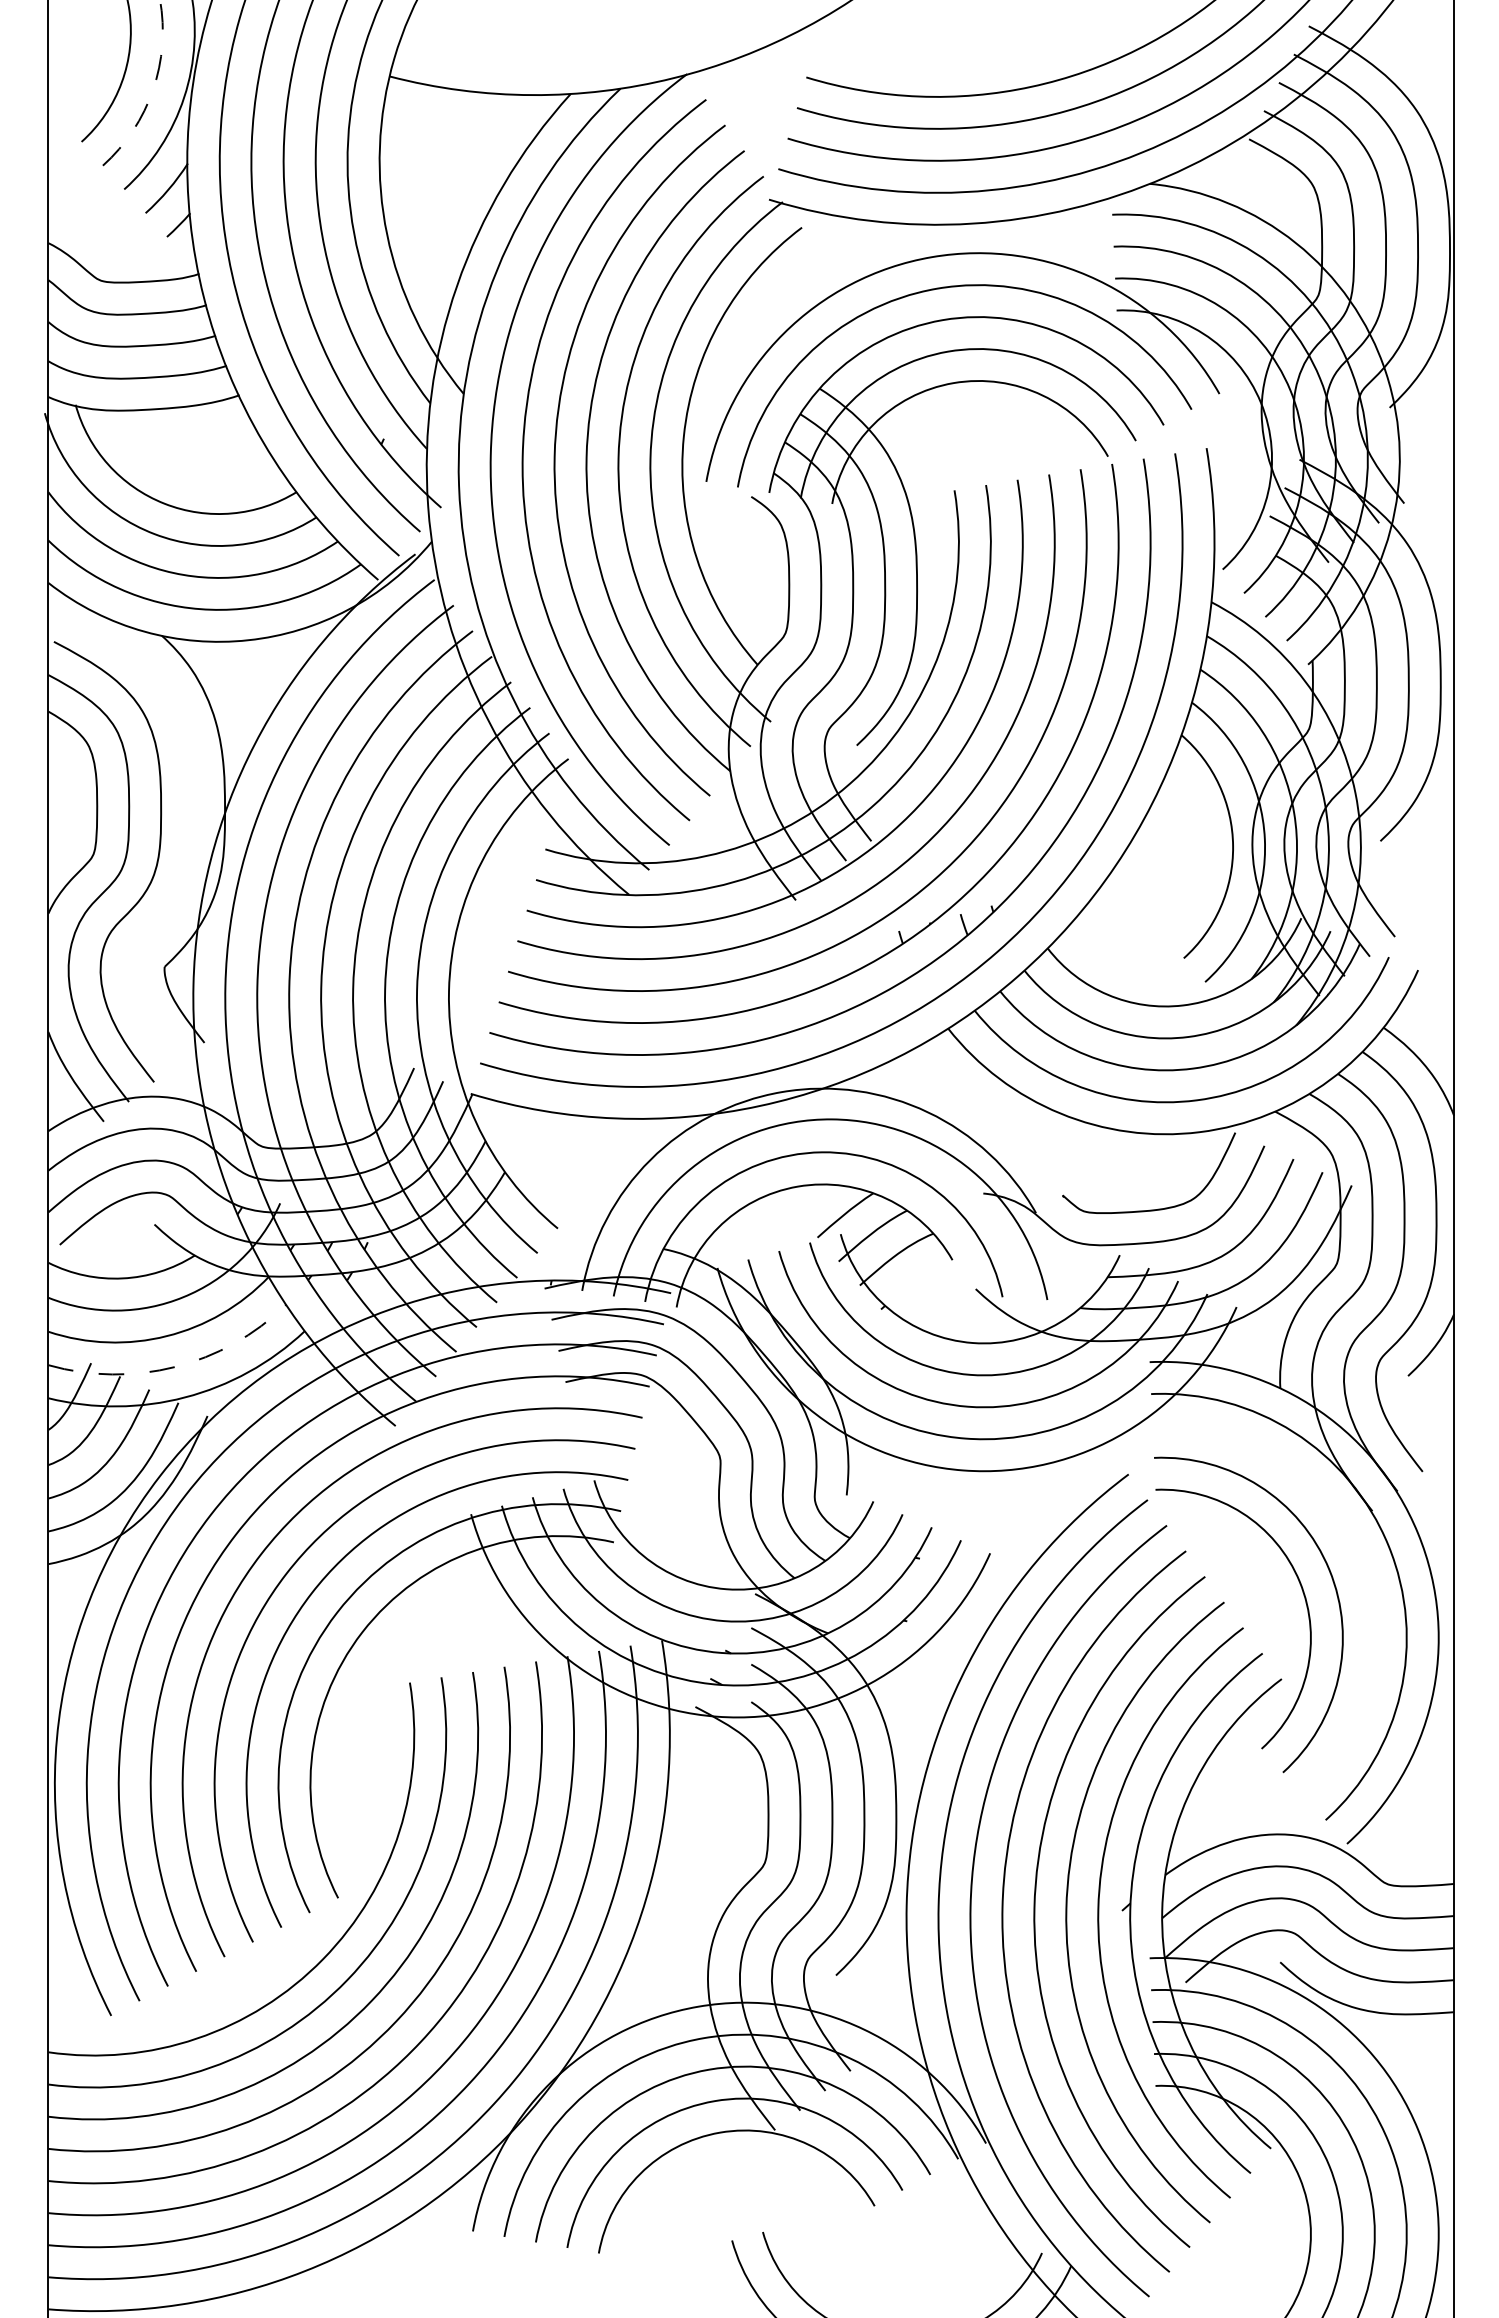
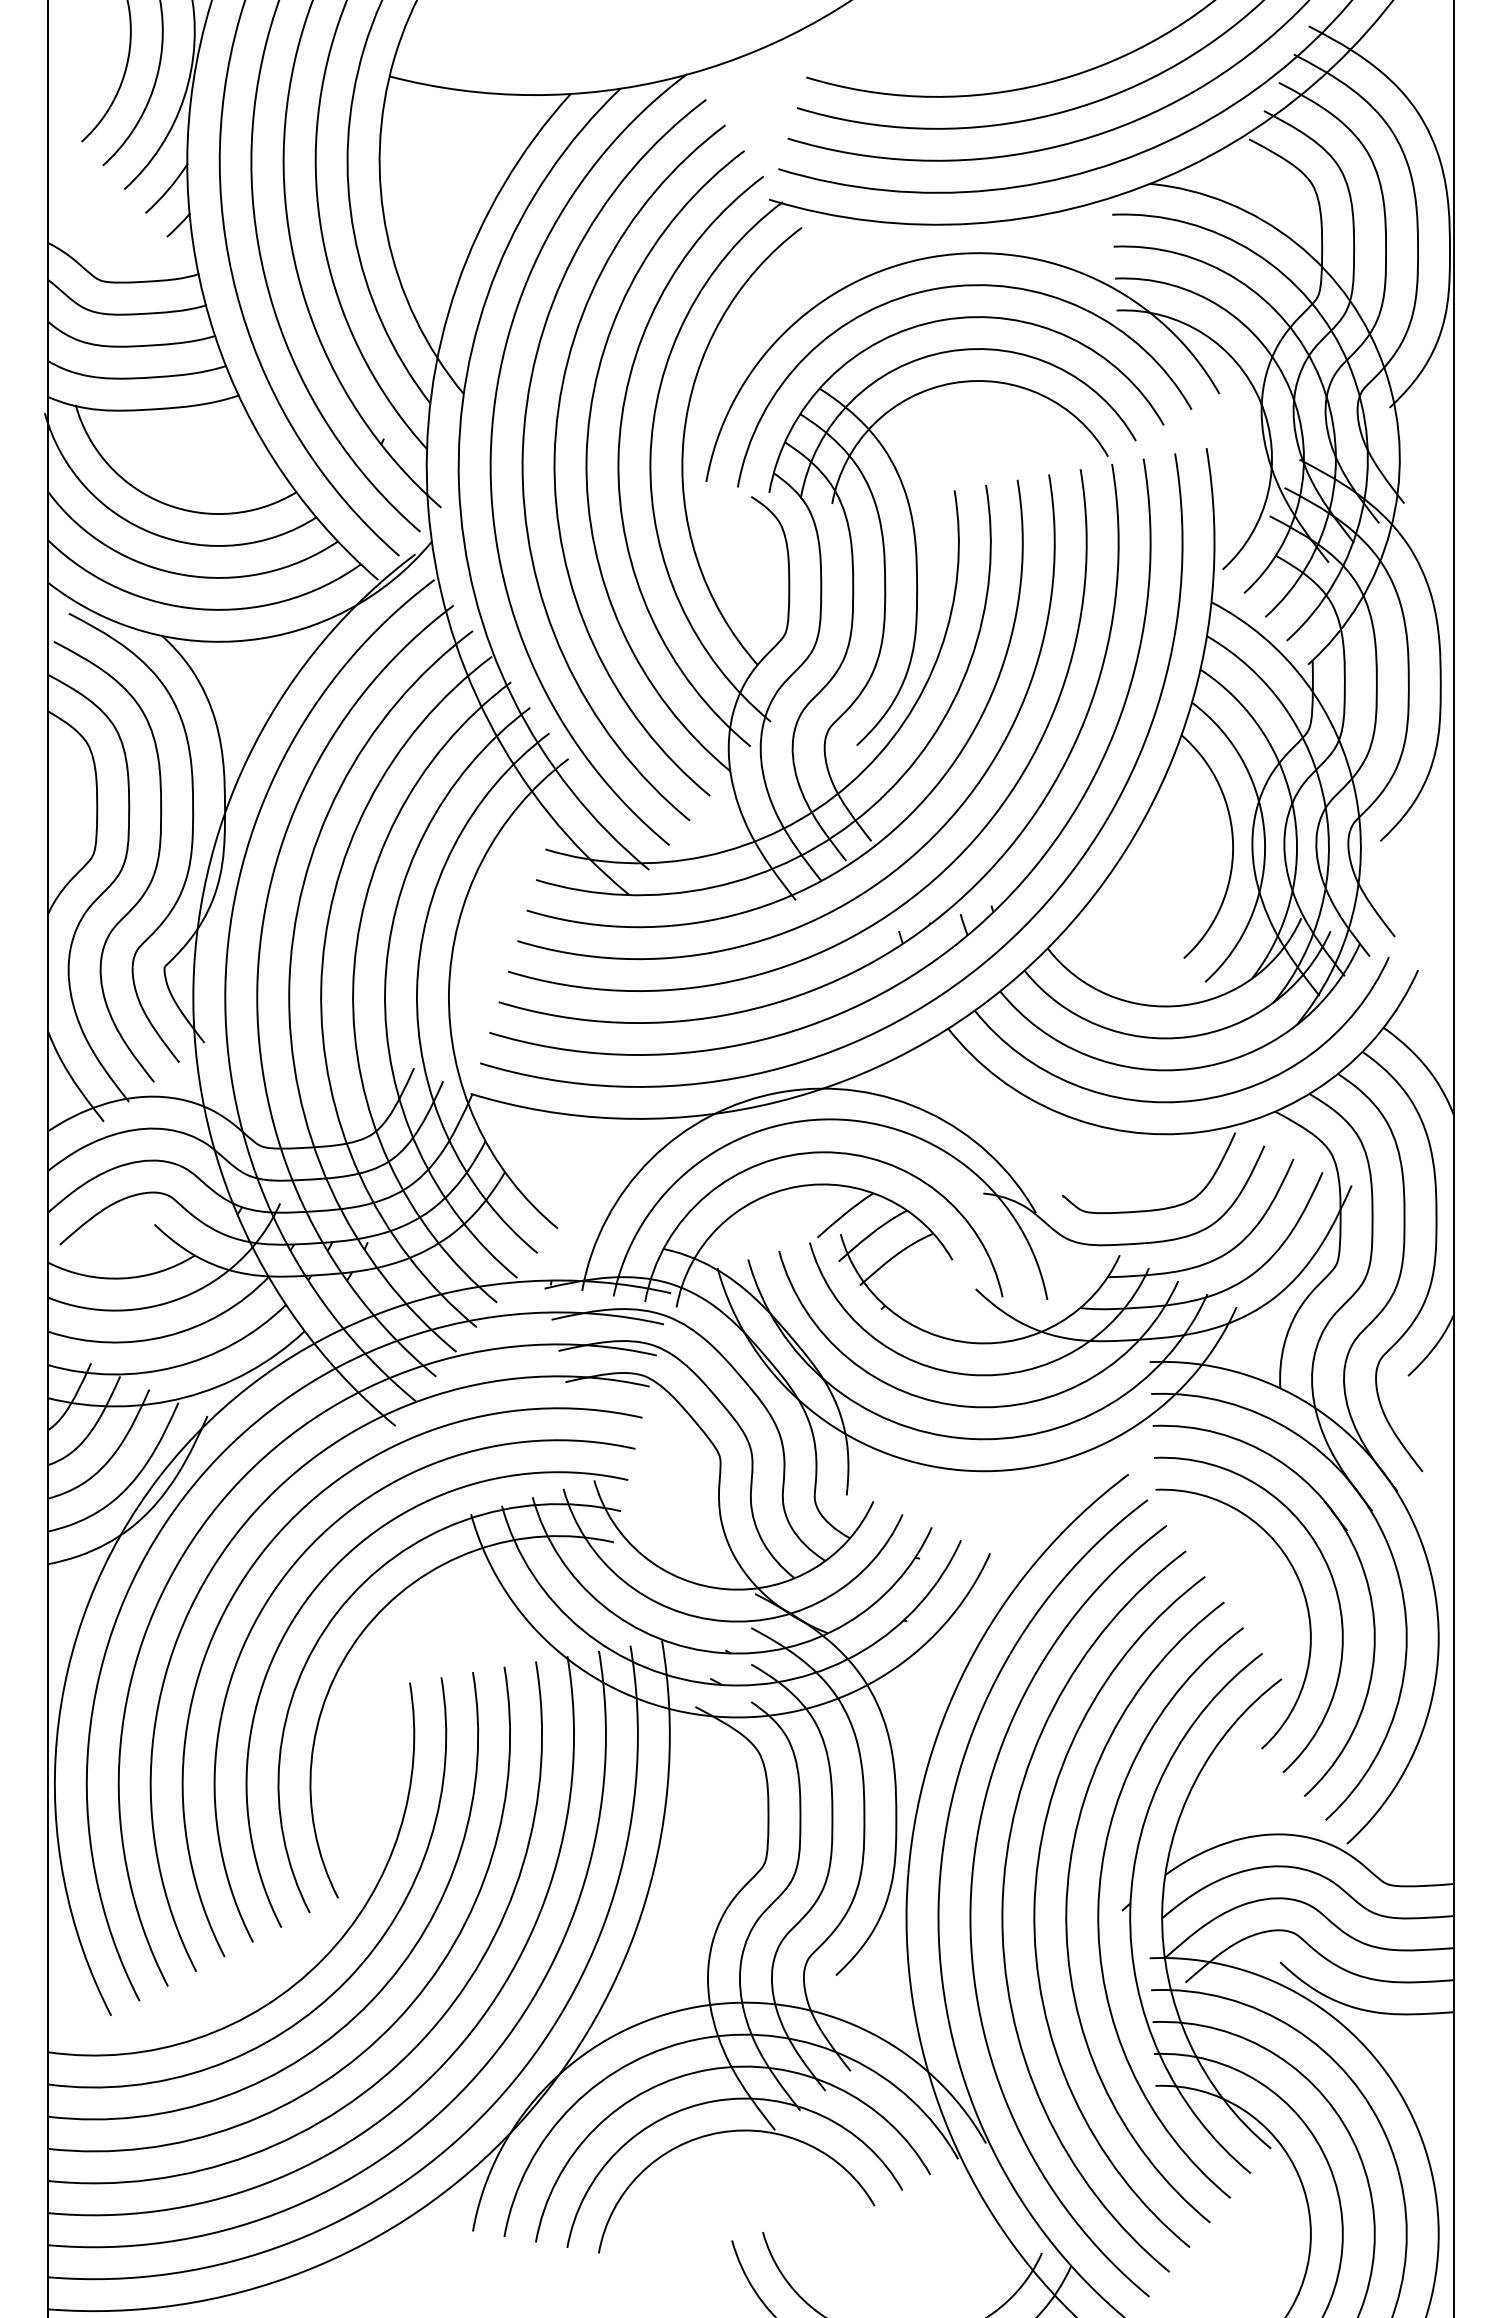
arc at (153, 89): dashed -> solid
curve at (191, 837): none -> present
arc at (175, 1366): dashed -> solid
part at (1364, 1577): none -> present
